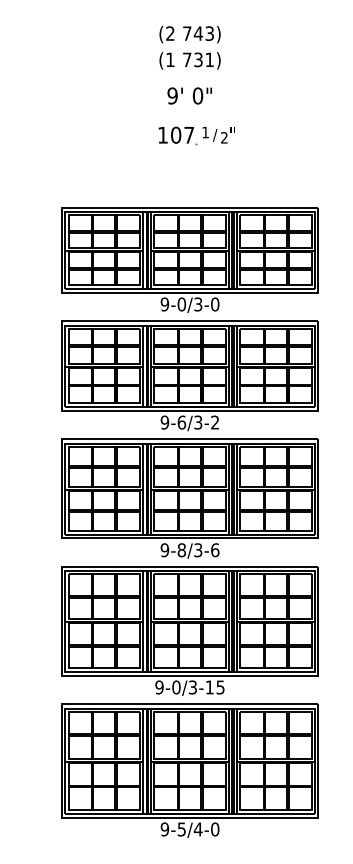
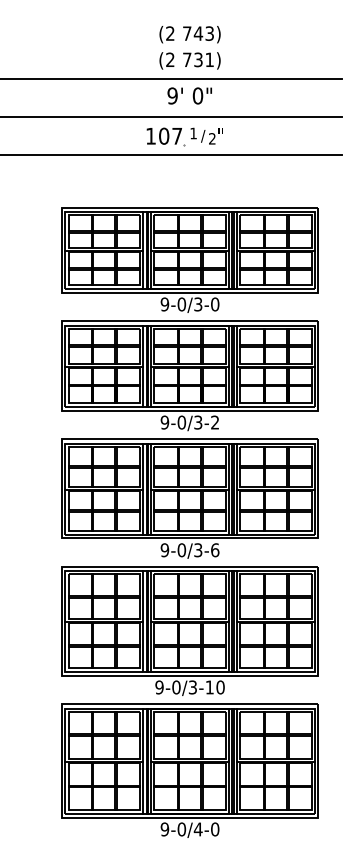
text at (170, 59): (1 -> (2
line at (172, 79): none -> present
line at (172, 117): none -> present
part at (196, 135) position: (196, 135) -> (184, 136)
line at (172, 155): none -> present
text at (181, 422): 9-6/3-2 -> 9-0/3-2
text at (181, 549): 9-8/3-6 -> 9-0/3-6
text at (220, 687): 9-0/3-15 -> 9-0/3-10
text at (181, 829): 9-5/4-0 -> 9-0/4-0
